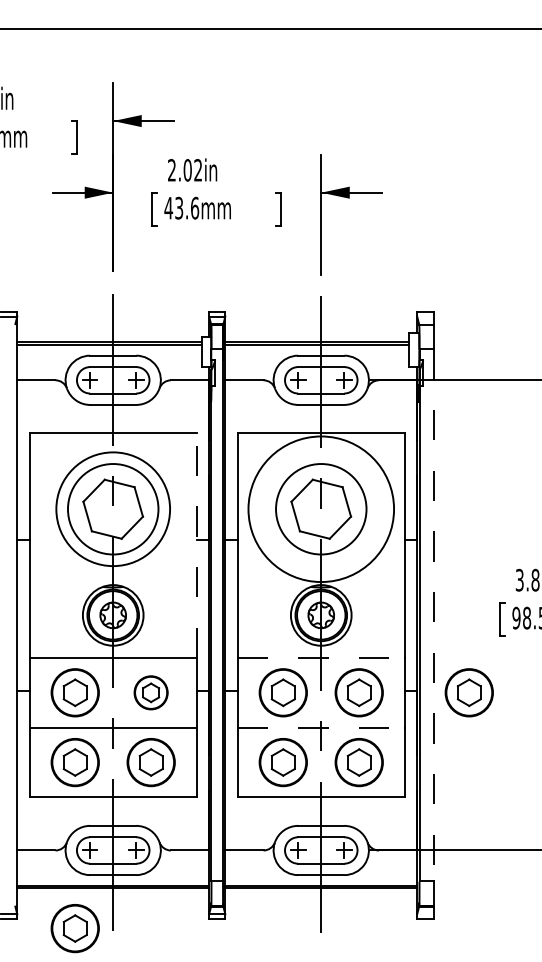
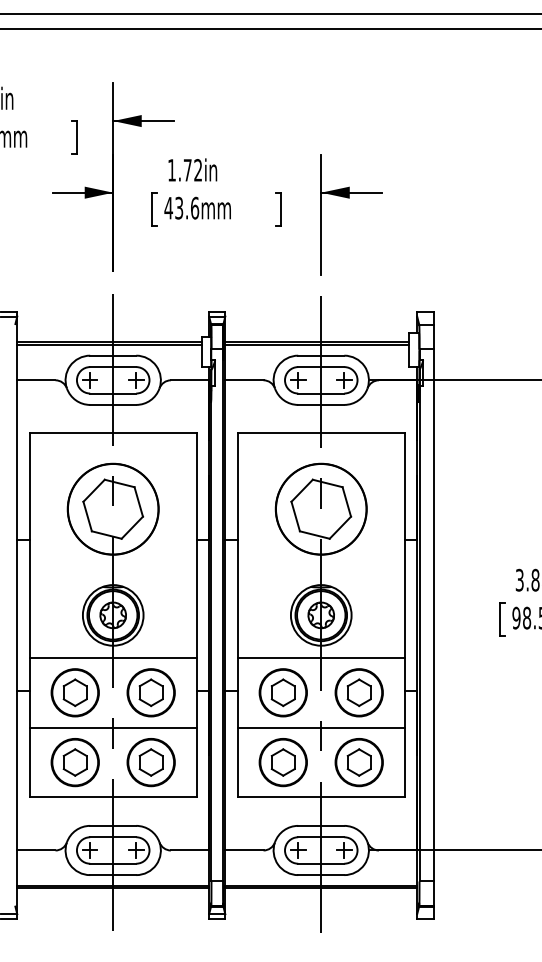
line at (270, 13): none -> present
text at (179, 170): 2.02in -> 1.72in
circle at (113, 509) diameter: 114 px -> 91 px
circle at (321, 509) diameter: 146 px -> 91 px
line at (196, 545): dashed -> solid
line at (433, 615): dashed -> solid
line at (321, 657): dashed -> solid
part at (150, 692) size: 36x36 px -> 50x50 px
part at (468, 692): present -> none
line at (321, 727): dashed -> solid
part at (74, 928): present -> none
